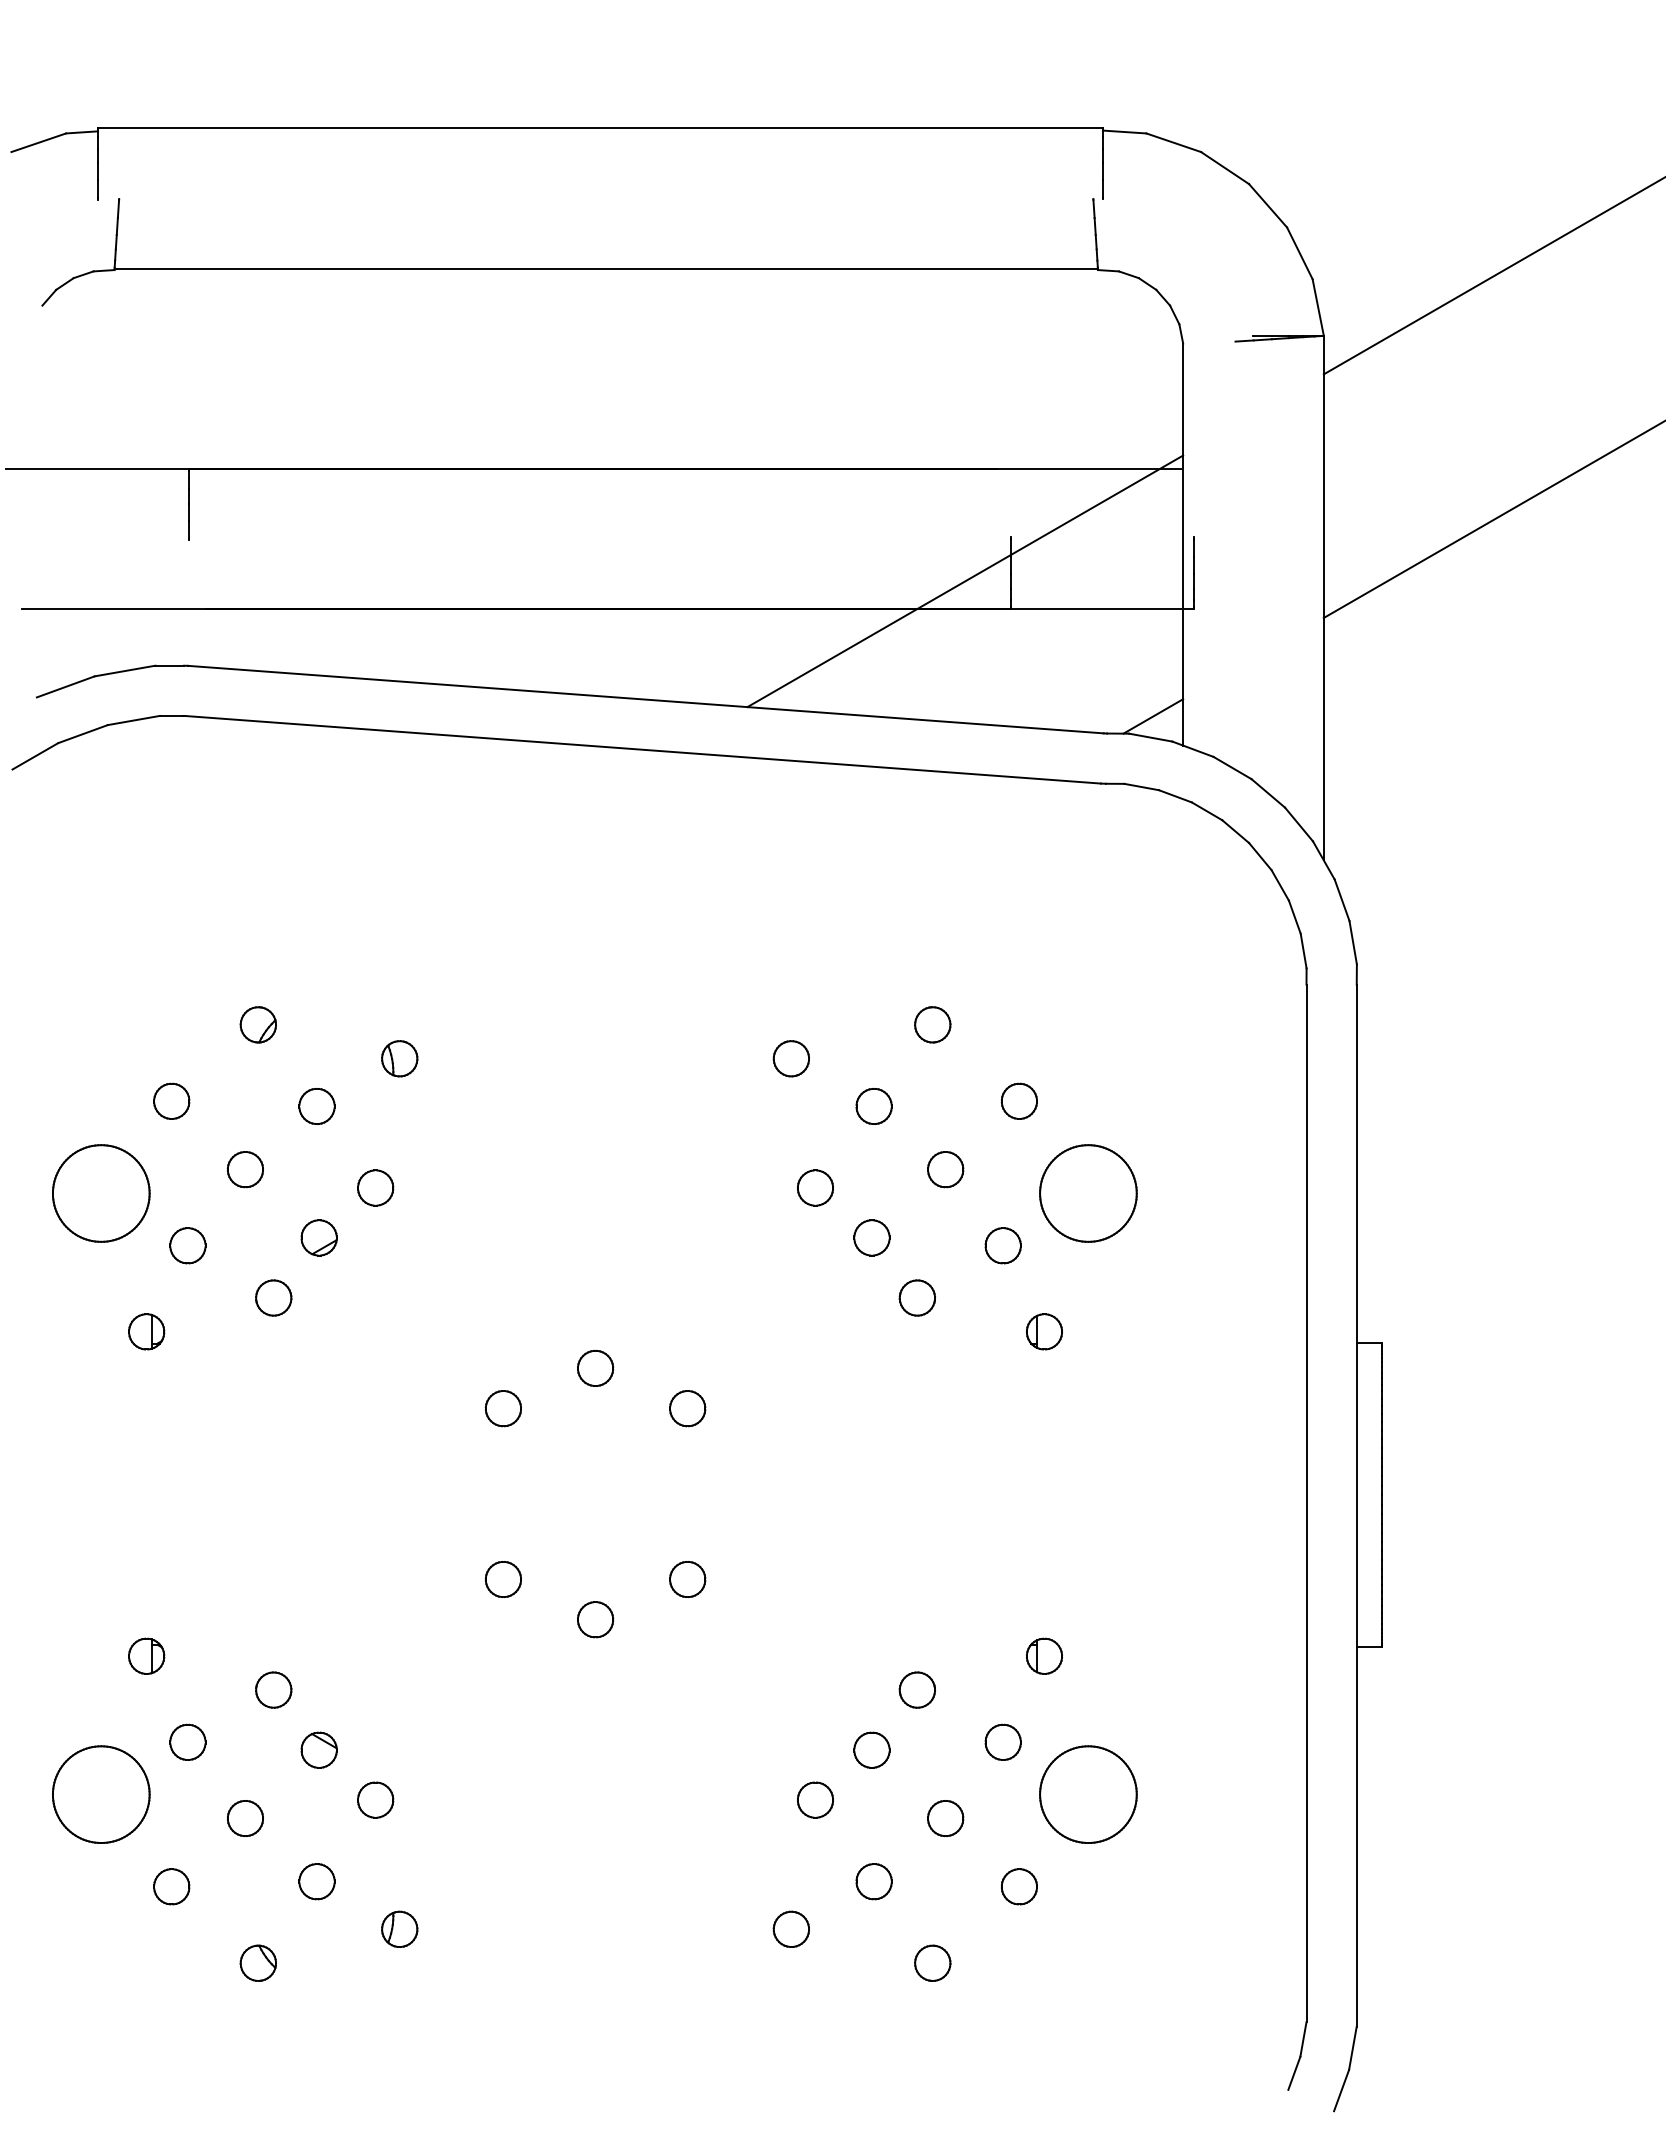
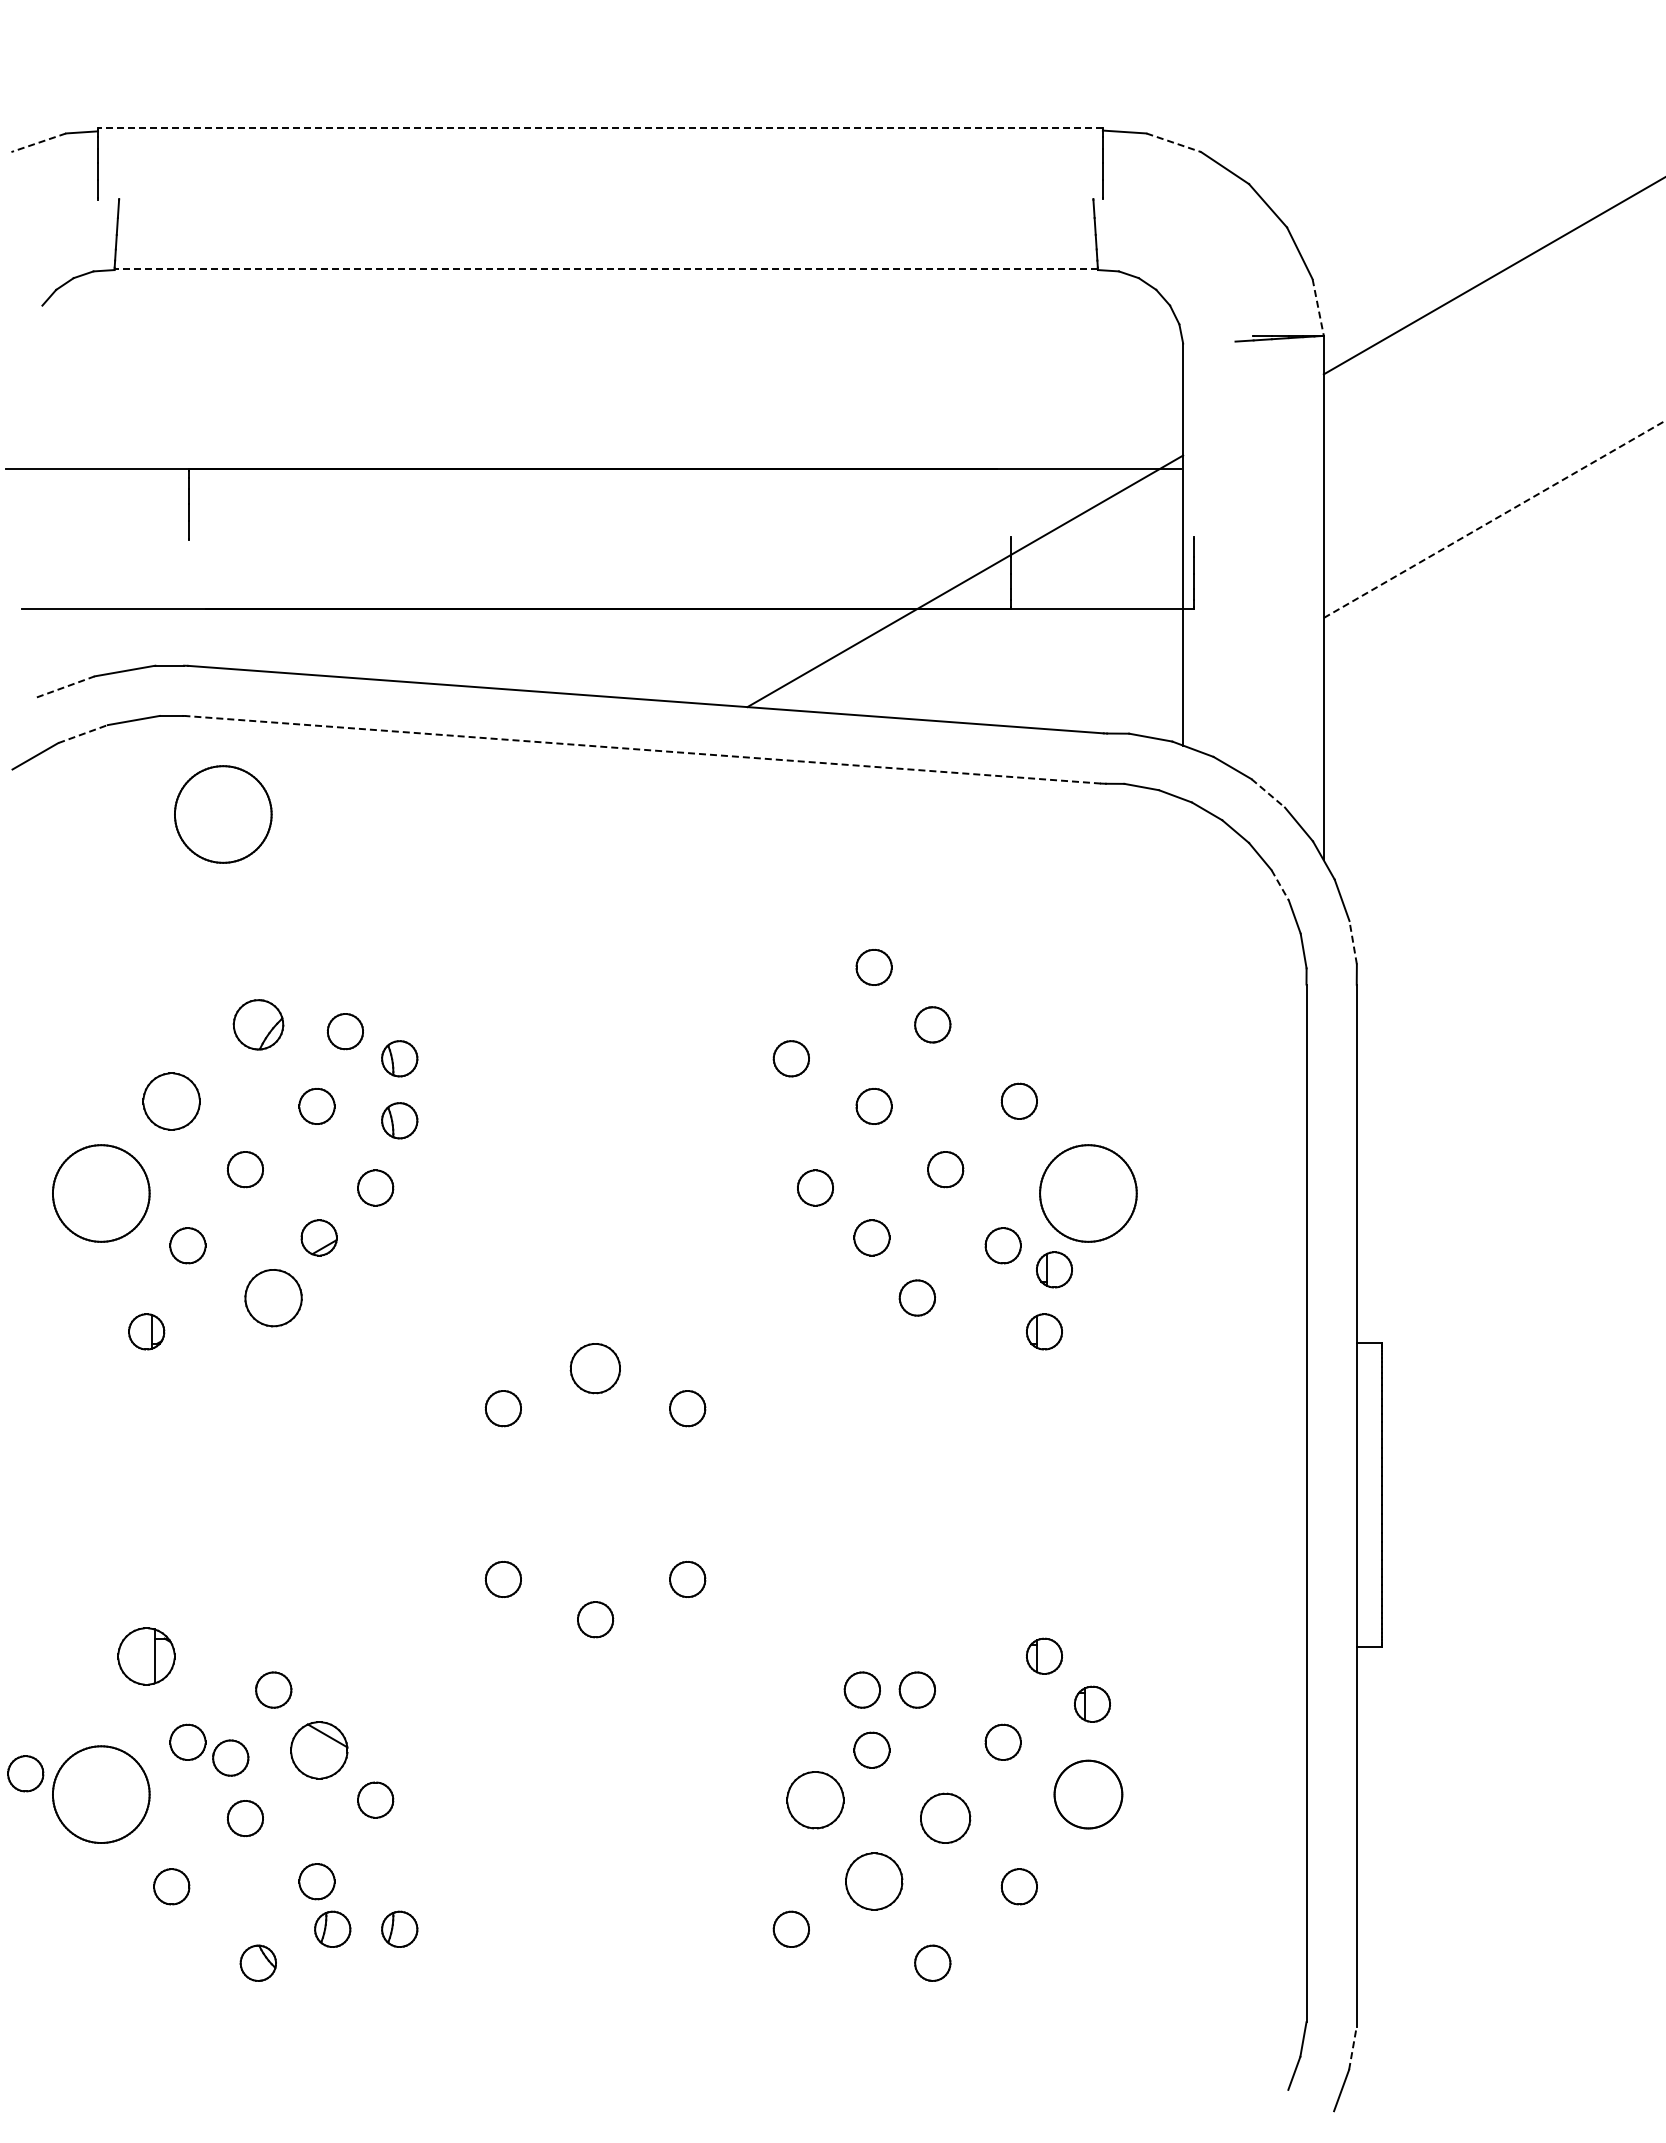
line at (599, 127): solid -> dashed
line at (38, 142): solid -> dashed
line at (1173, 142): solid -> dashed
line at (606, 268): solid -> dashed
line at (1318, 307): solid -> dashed
line at (1495, 519): solid -> dashed
line at (65, 686): solid -> dashed
line at (1153, 716): present -> none
line at (83, 733): solid -> dashed
line at (642, 749): solid -> dashed
line at (1268, 793): solid -> dashed
part at (223, 814): none -> present
line at (1280, 885): solid -> dashed
line at (1353, 942): solid -> dashed
part at (873, 967): none -> present
part at (257, 1024) size: 38x38 px -> 53x52 px
part at (344, 1031): none -> present
part at (171, 1100) size: 38x38 px -> 59x59 px
part at (399, 1120): none -> present
part at (1054, 1269): none -> present
part at (273, 1297) size: 38x38 px -> 59x59 px
part at (595, 1367) size: 38x38 px -> 52x52 px
part at (146, 1655) size: 38x38 px -> 59x59 px
part at (861, 1689): none -> present
part at (1092, 1703): none -> present
part at (318, 1749) size: 38x38 px -> 59x59 px
part at (230, 1757): none -> present
part at (25, 1773): none -> present
part at (1088, 1794) size: 99x99 px -> 71x71 px
part at (815, 1799) size: 37x38 px -> 59x59 px
part at (945, 1818) size: 38x38 px -> 52x52 px
part at (873, 1881) size: 38x38 px -> 59x59 px
part at (332, 1928): none -> present
line at (1352, 2048): solid -> dashed
